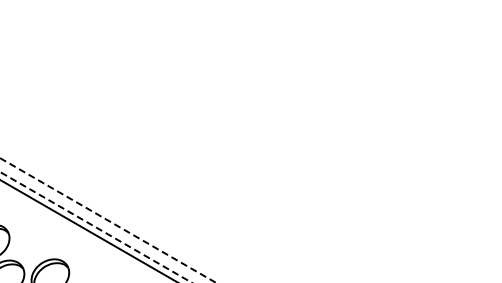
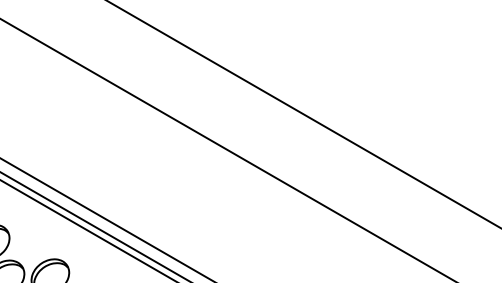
line at (303, 114): none -> present
line at (227, 149): none -> present
line at (107, 220): dashed -> solid
line at (95, 227): dashed -> solid
